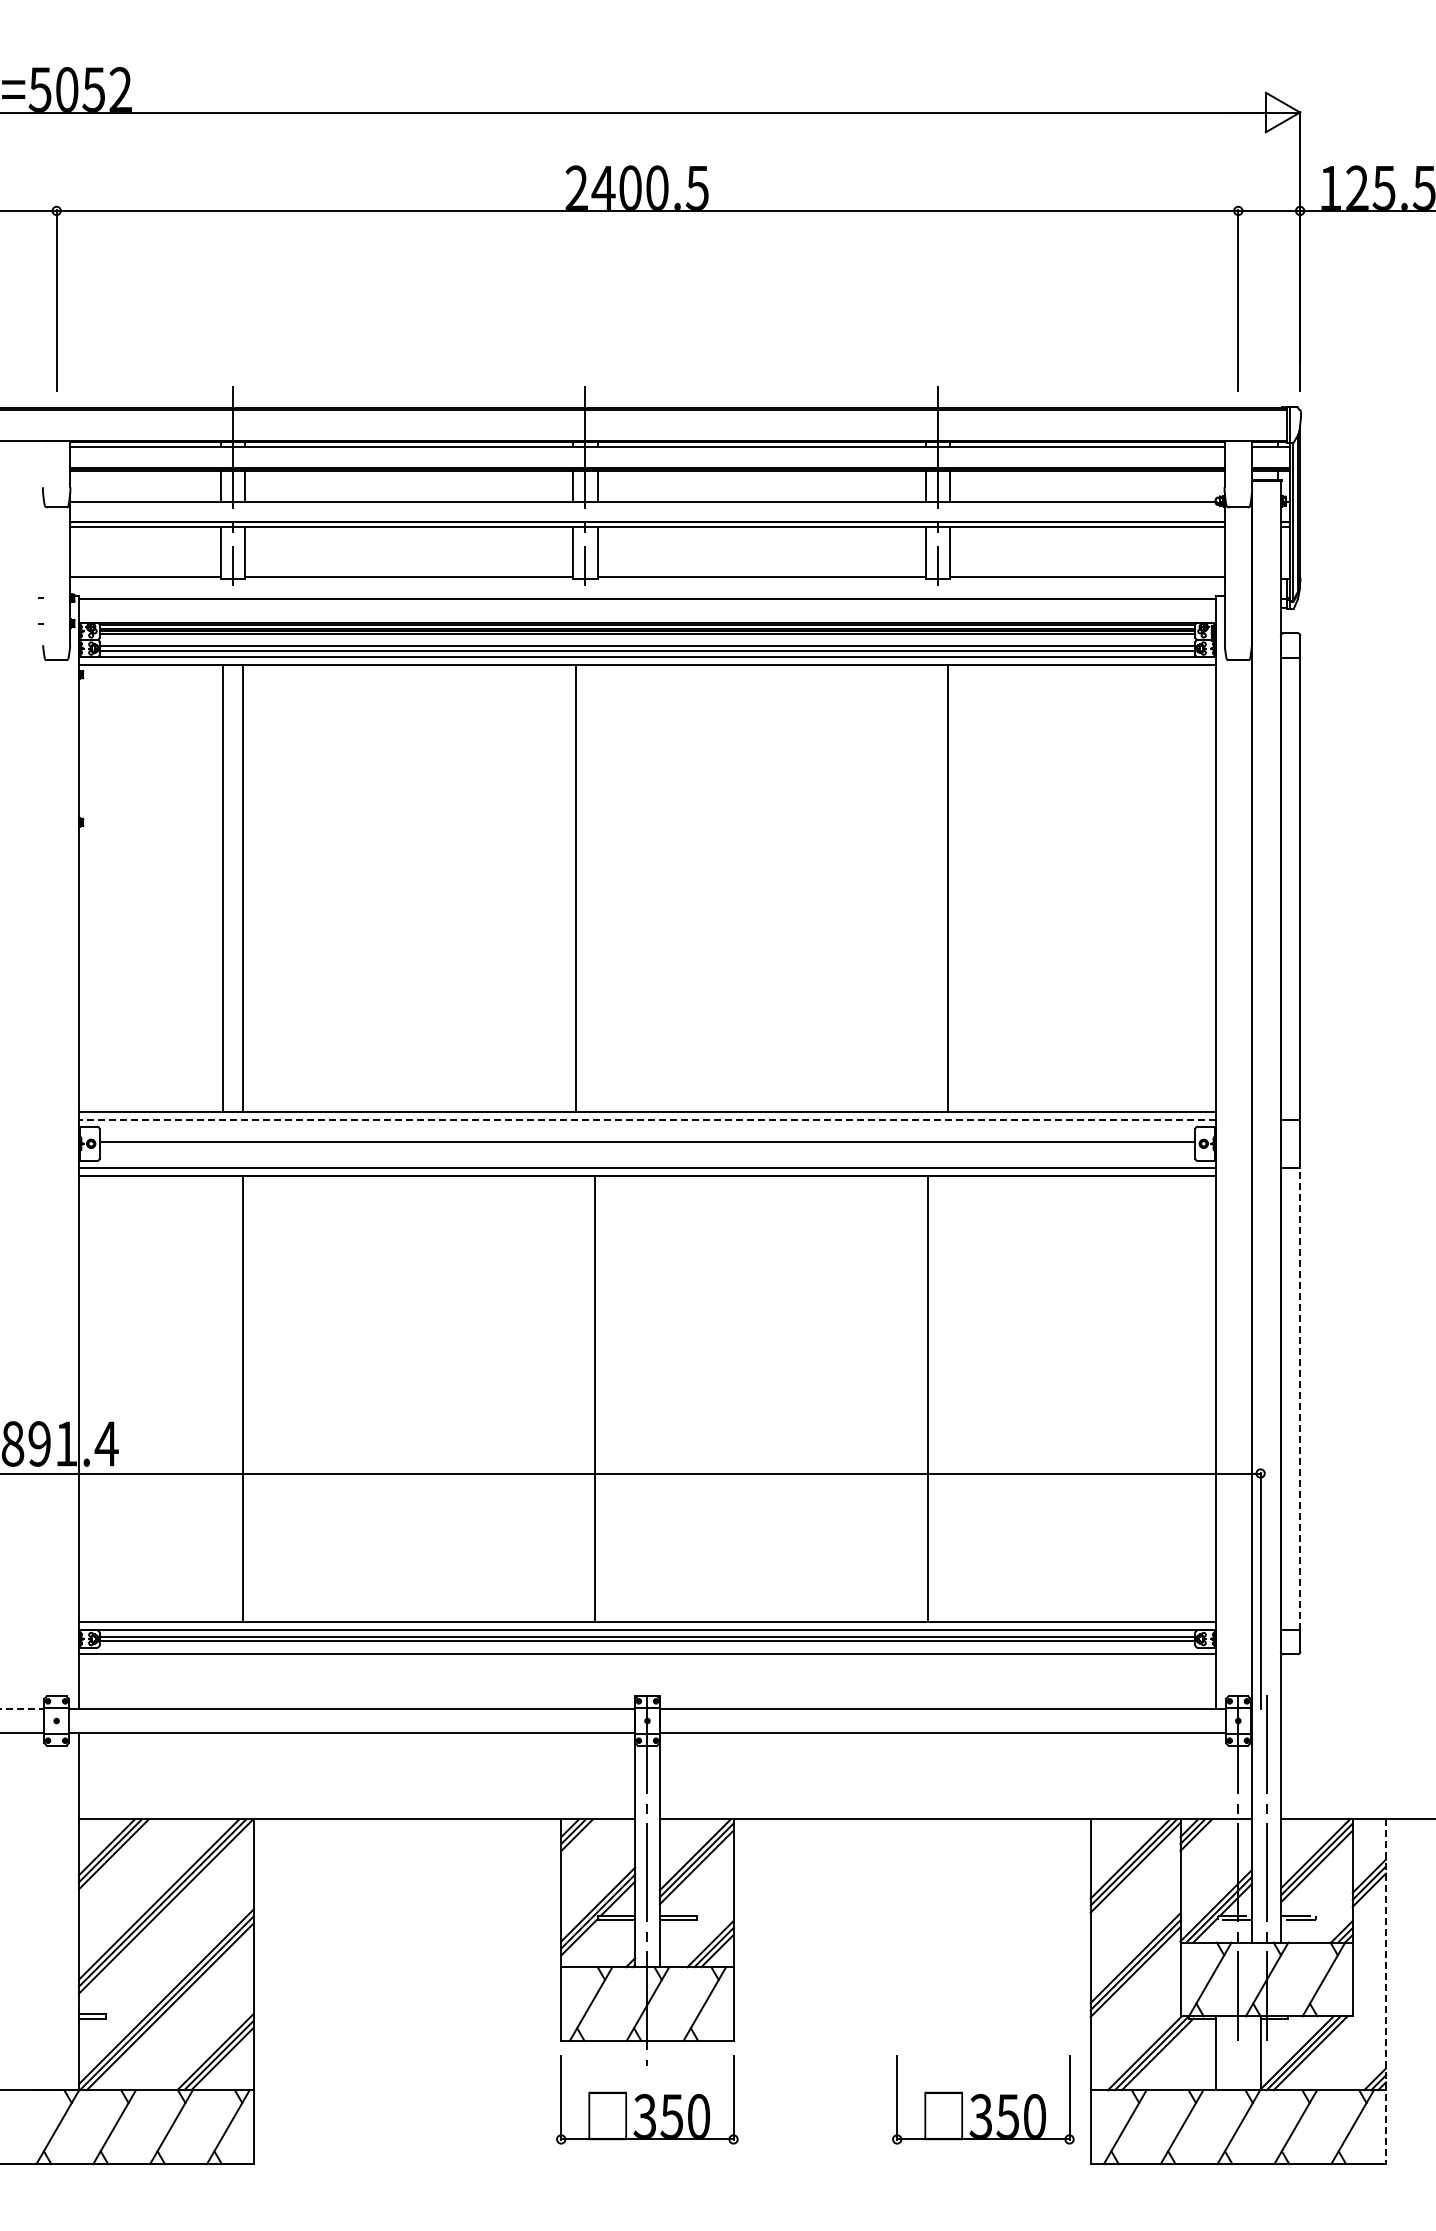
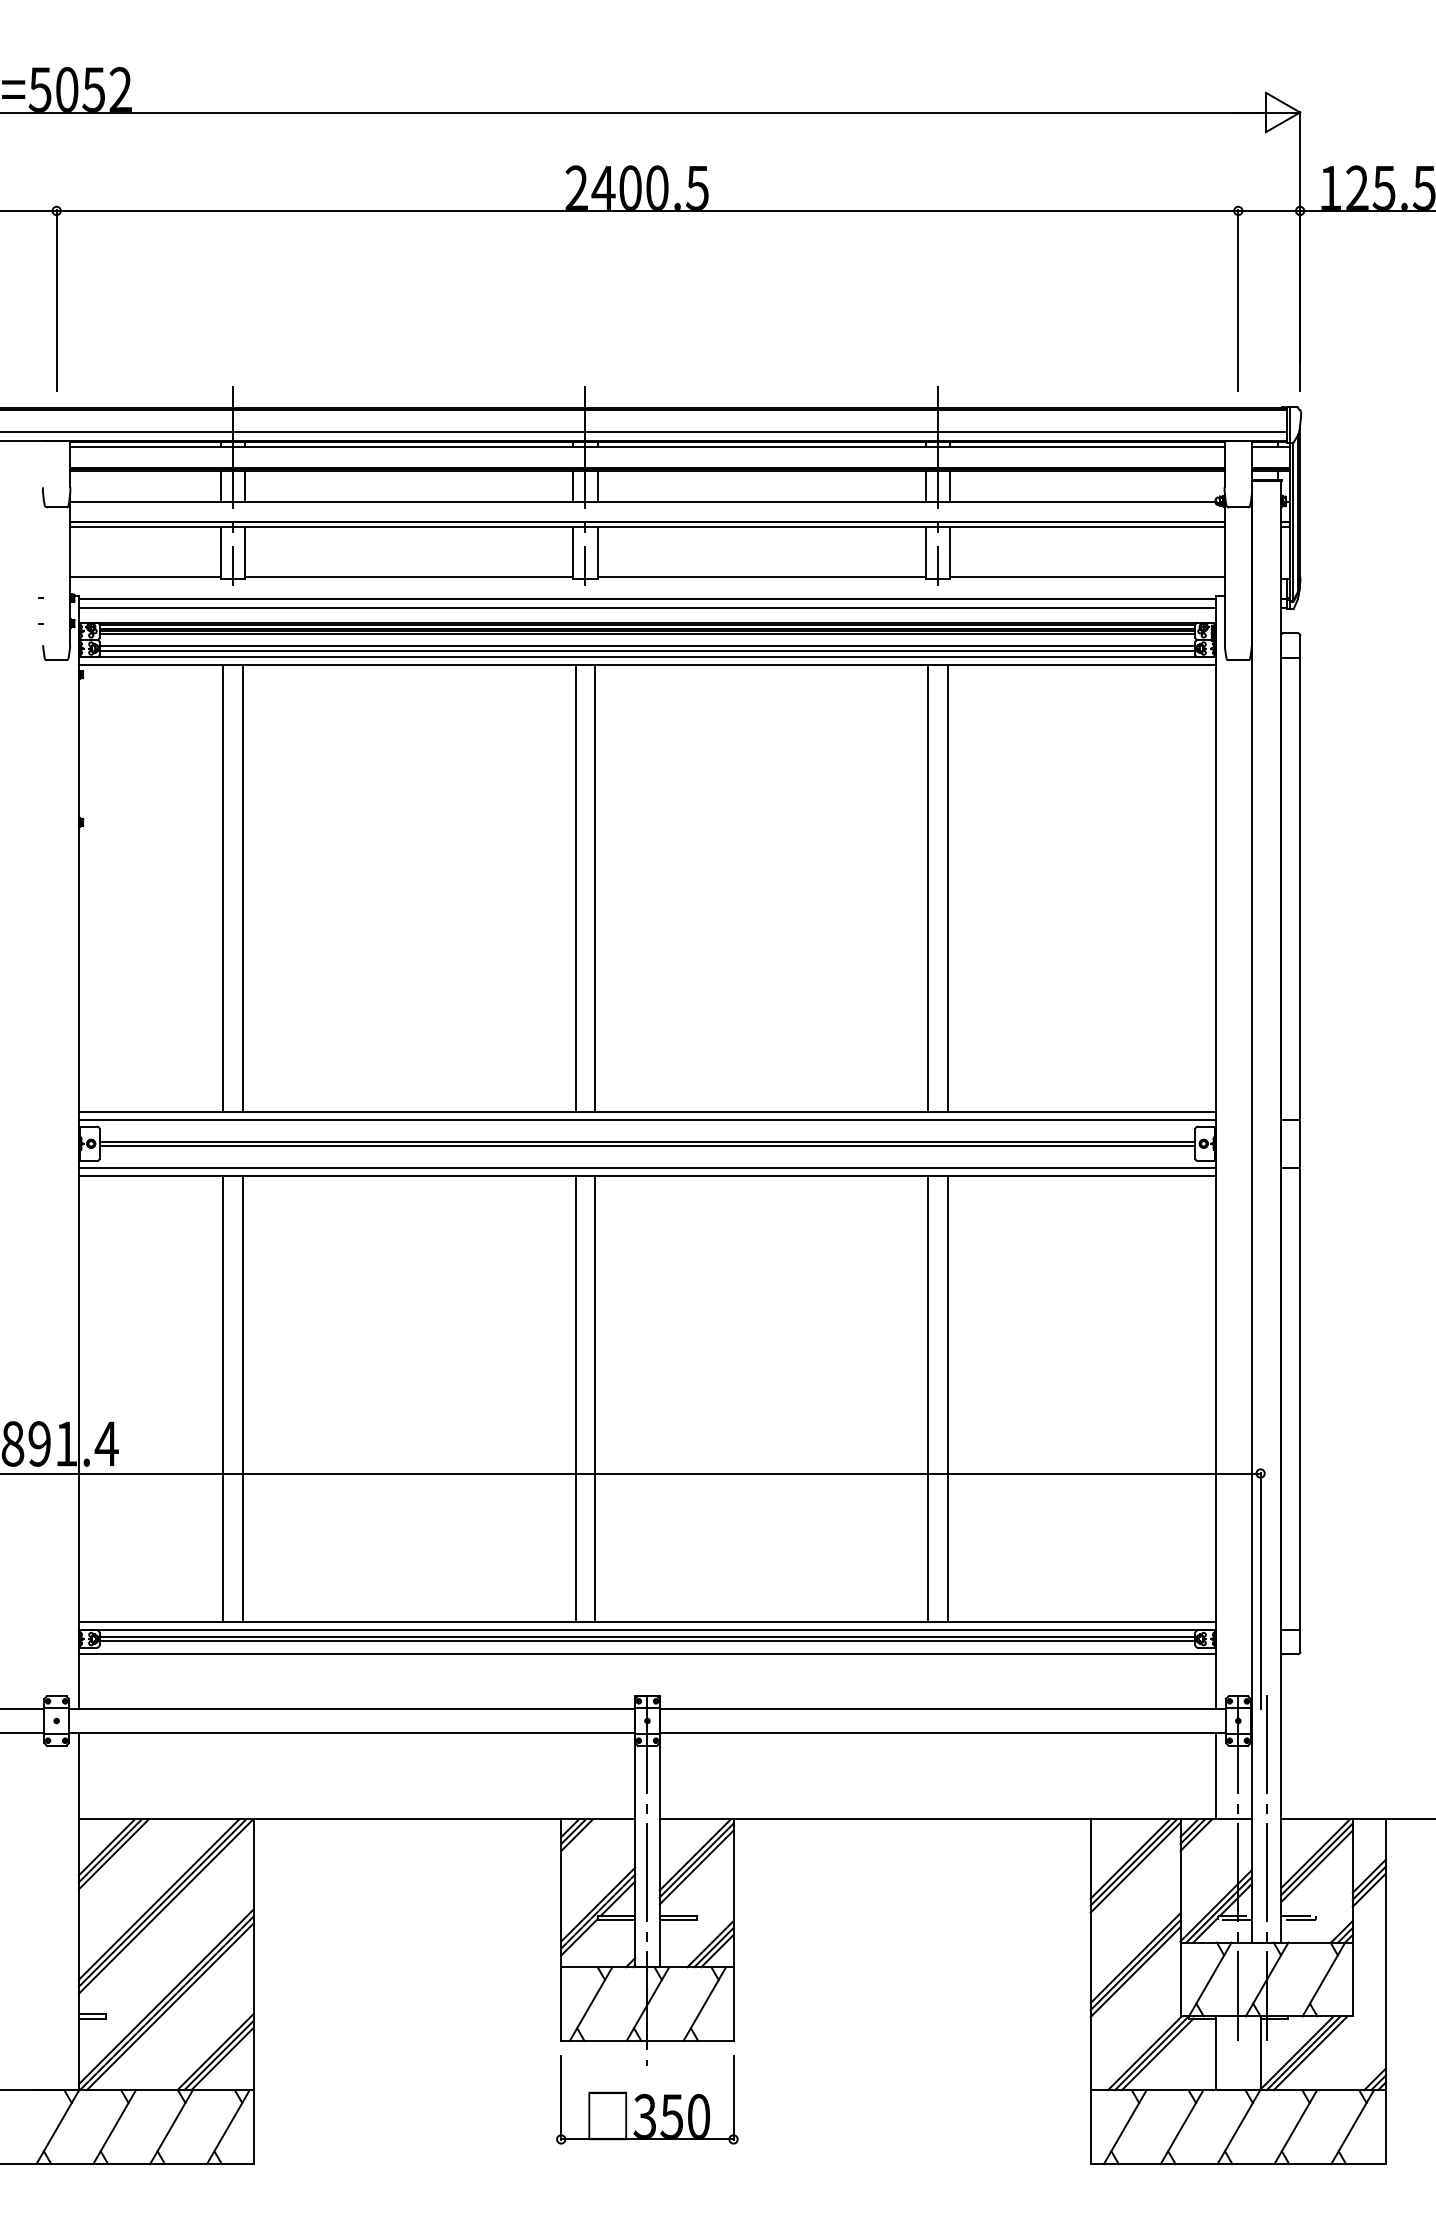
line at (644, 431): none -> present
line at (647, 607): none -> present
line at (595, 888): none -> present
line at (927, 888): none -> present
line at (647, 1119): dashed -> solid
line at (647, 1146): none -> present
line at (223, 1398): none -> present
line at (575, 1398): none -> present
line at (947, 1398): none -> present
line at (1299, 1398): dashed -> solid
line at (22, 1708): dashed -> solid
line at (1216, 1776): none -> present
line at (1386, 1992): dashed -> solid
part at (983, 2099): present -> none
